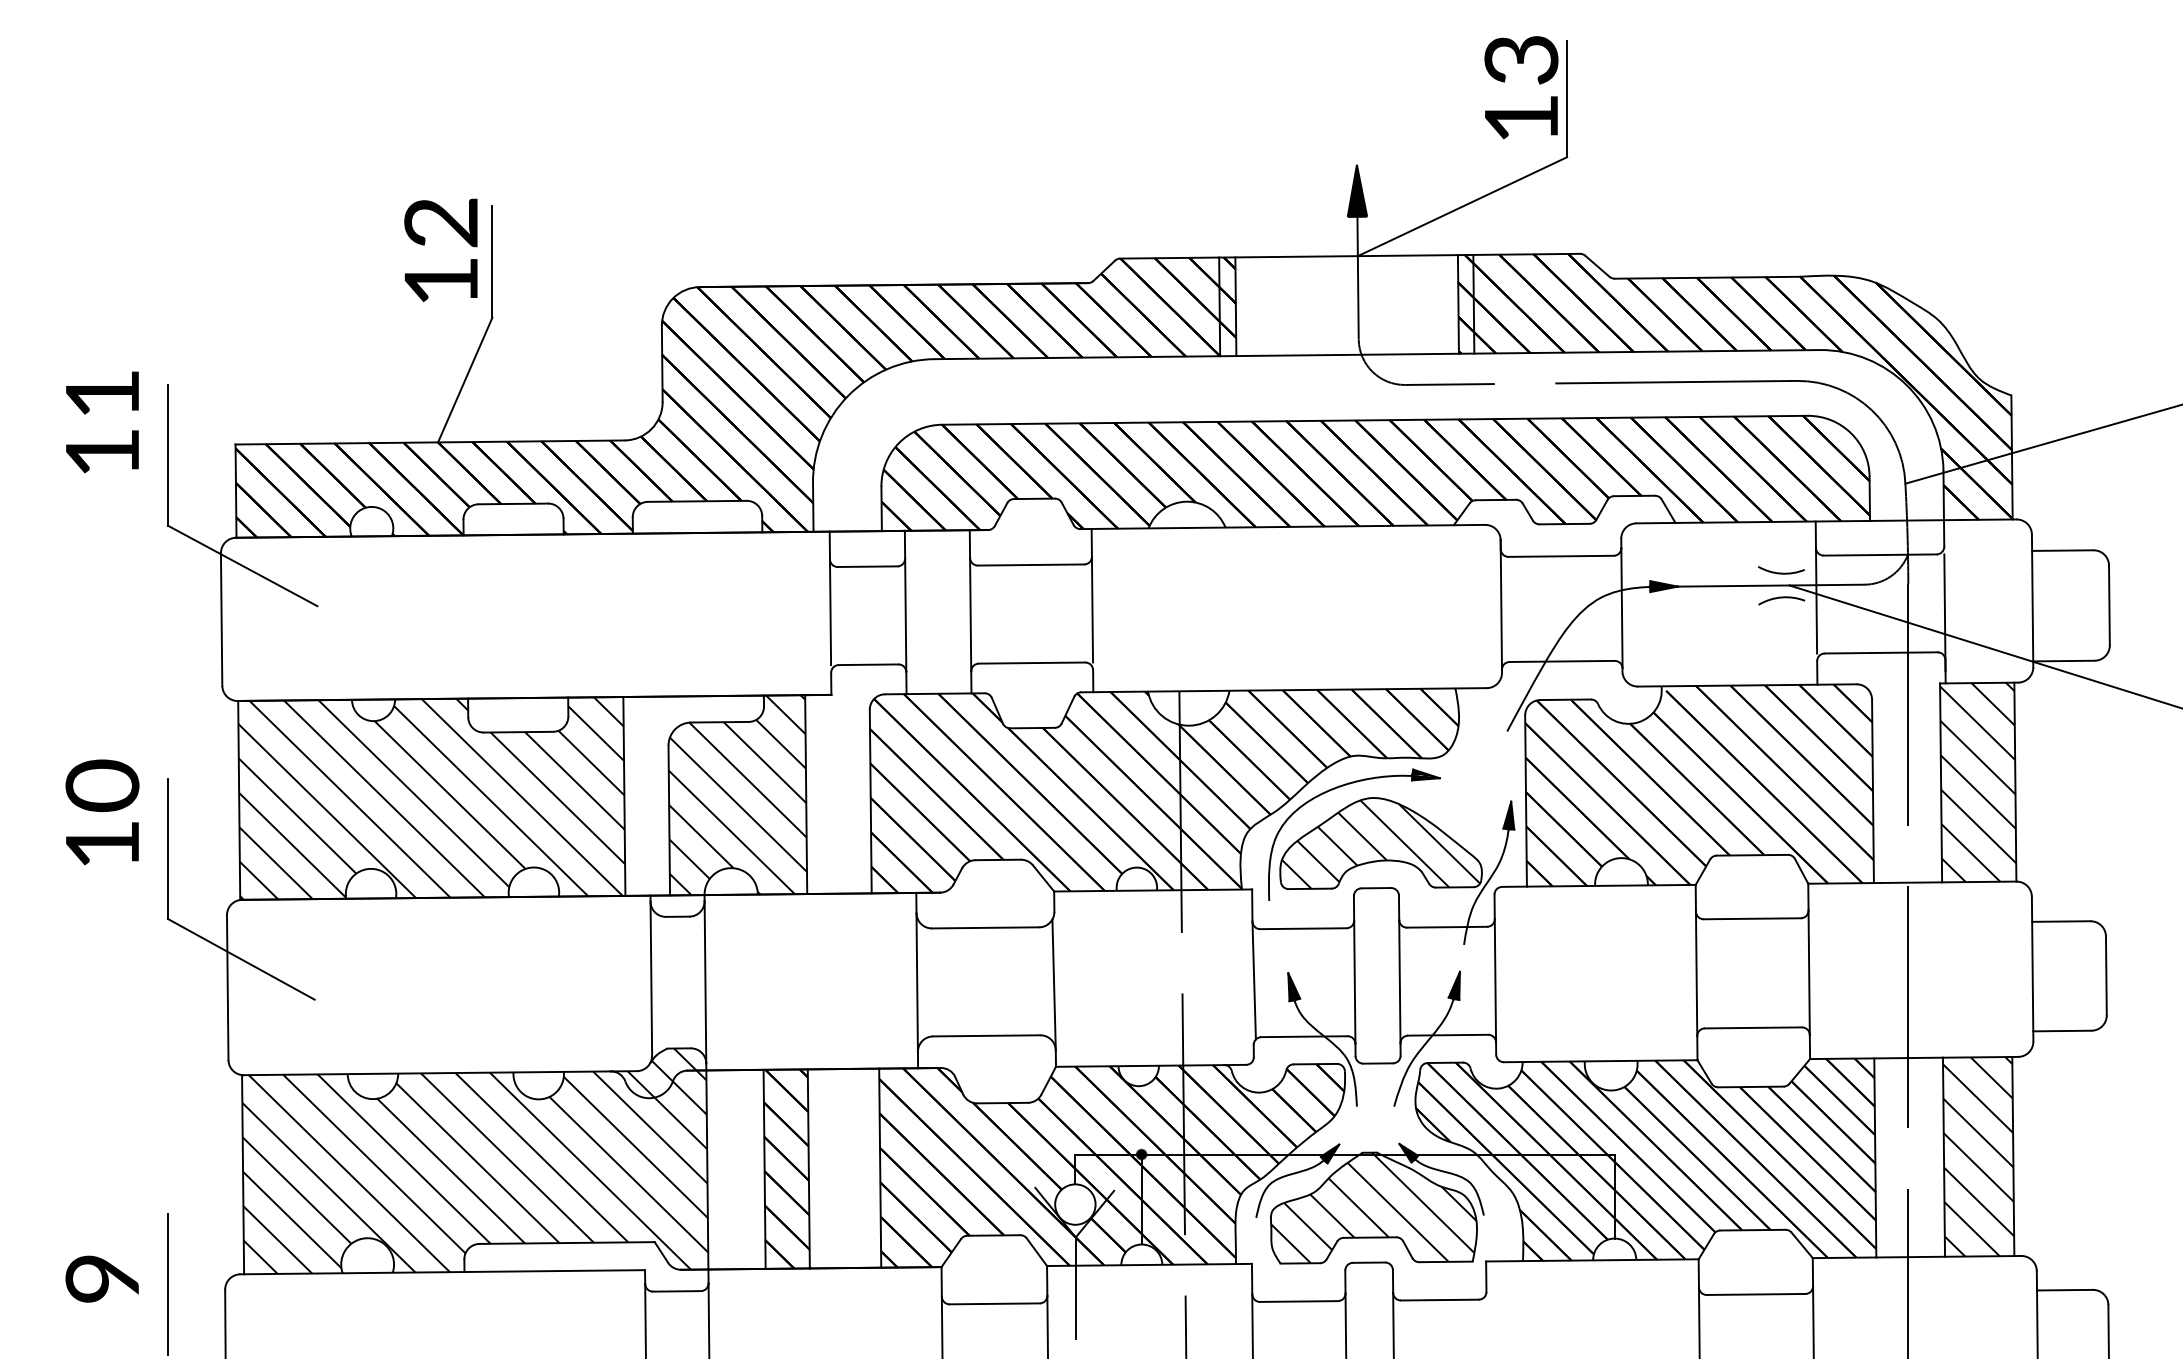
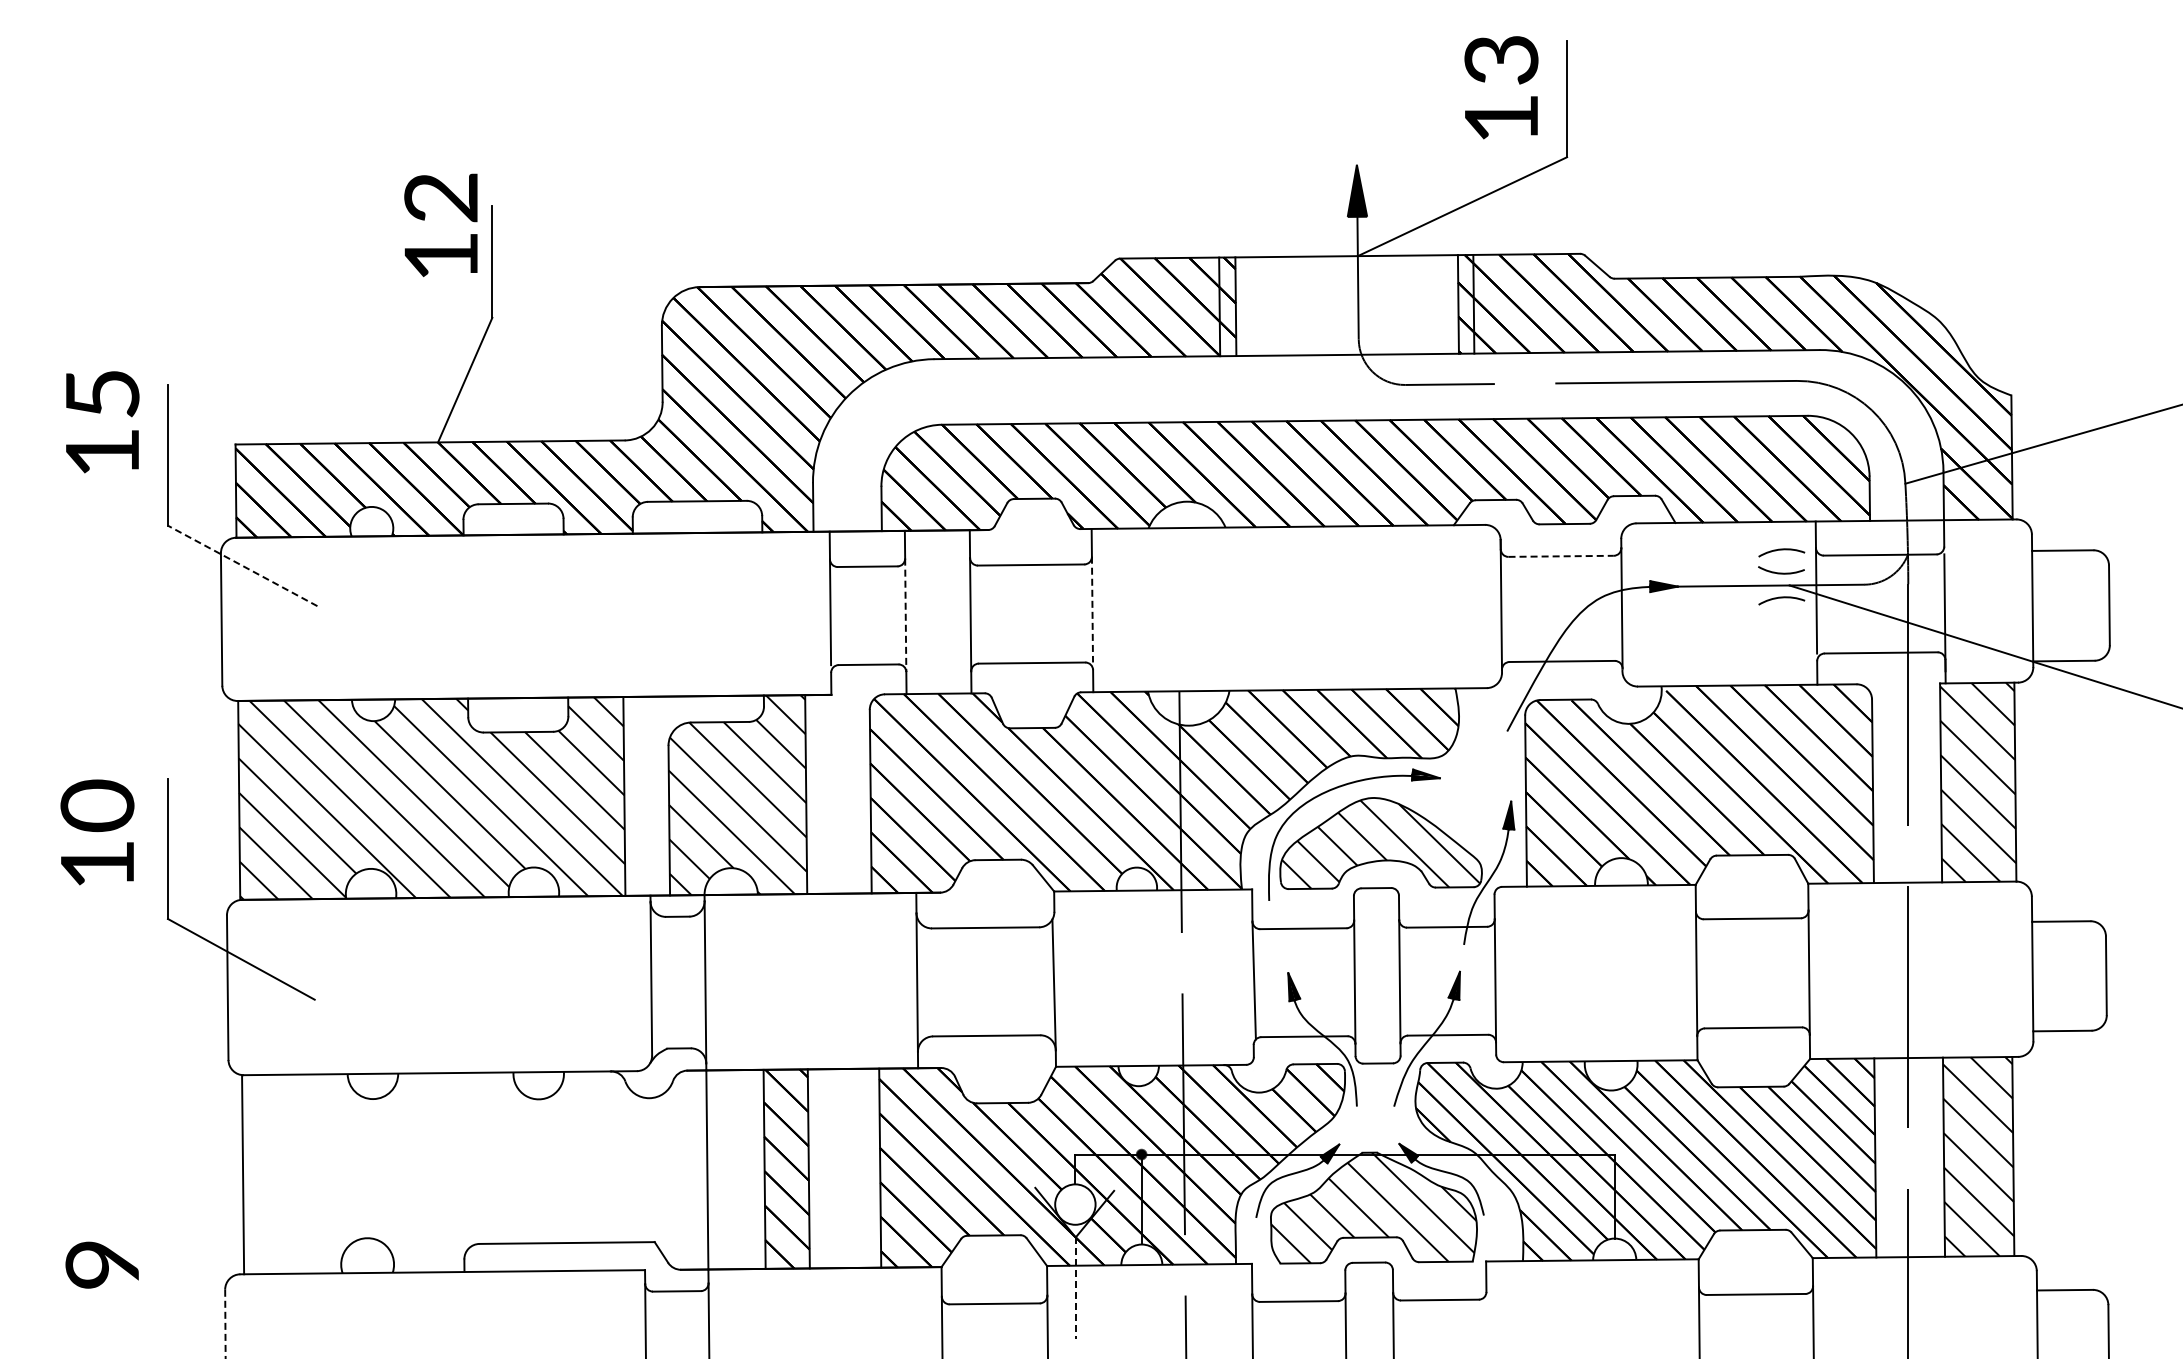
text at (1521, 87) position: (1521, 87) -> (1501, 87)
text at (440, 250) position: (440, 250) -> (440, 225)
text at (102, 394): 11 -> 15
arc at (1781, 550): none -> present
line at (1561, 556): solid -> dashed
line at (242, 565): solid -> dashed
line at (1092, 609): solid -> dashed
line at (905, 615): solid -> dashed
text at (102, 812) position: (102, 812) -> (97, 832)
hatch at (475, 1160): present -> none
text at (101, 1278) position: (101, 1278) -> (101, 1264)
line at (167, 1284): present -> none
line at (1075, 1287): solid -> dashed
line at (225, 1324): solid -> dashed
